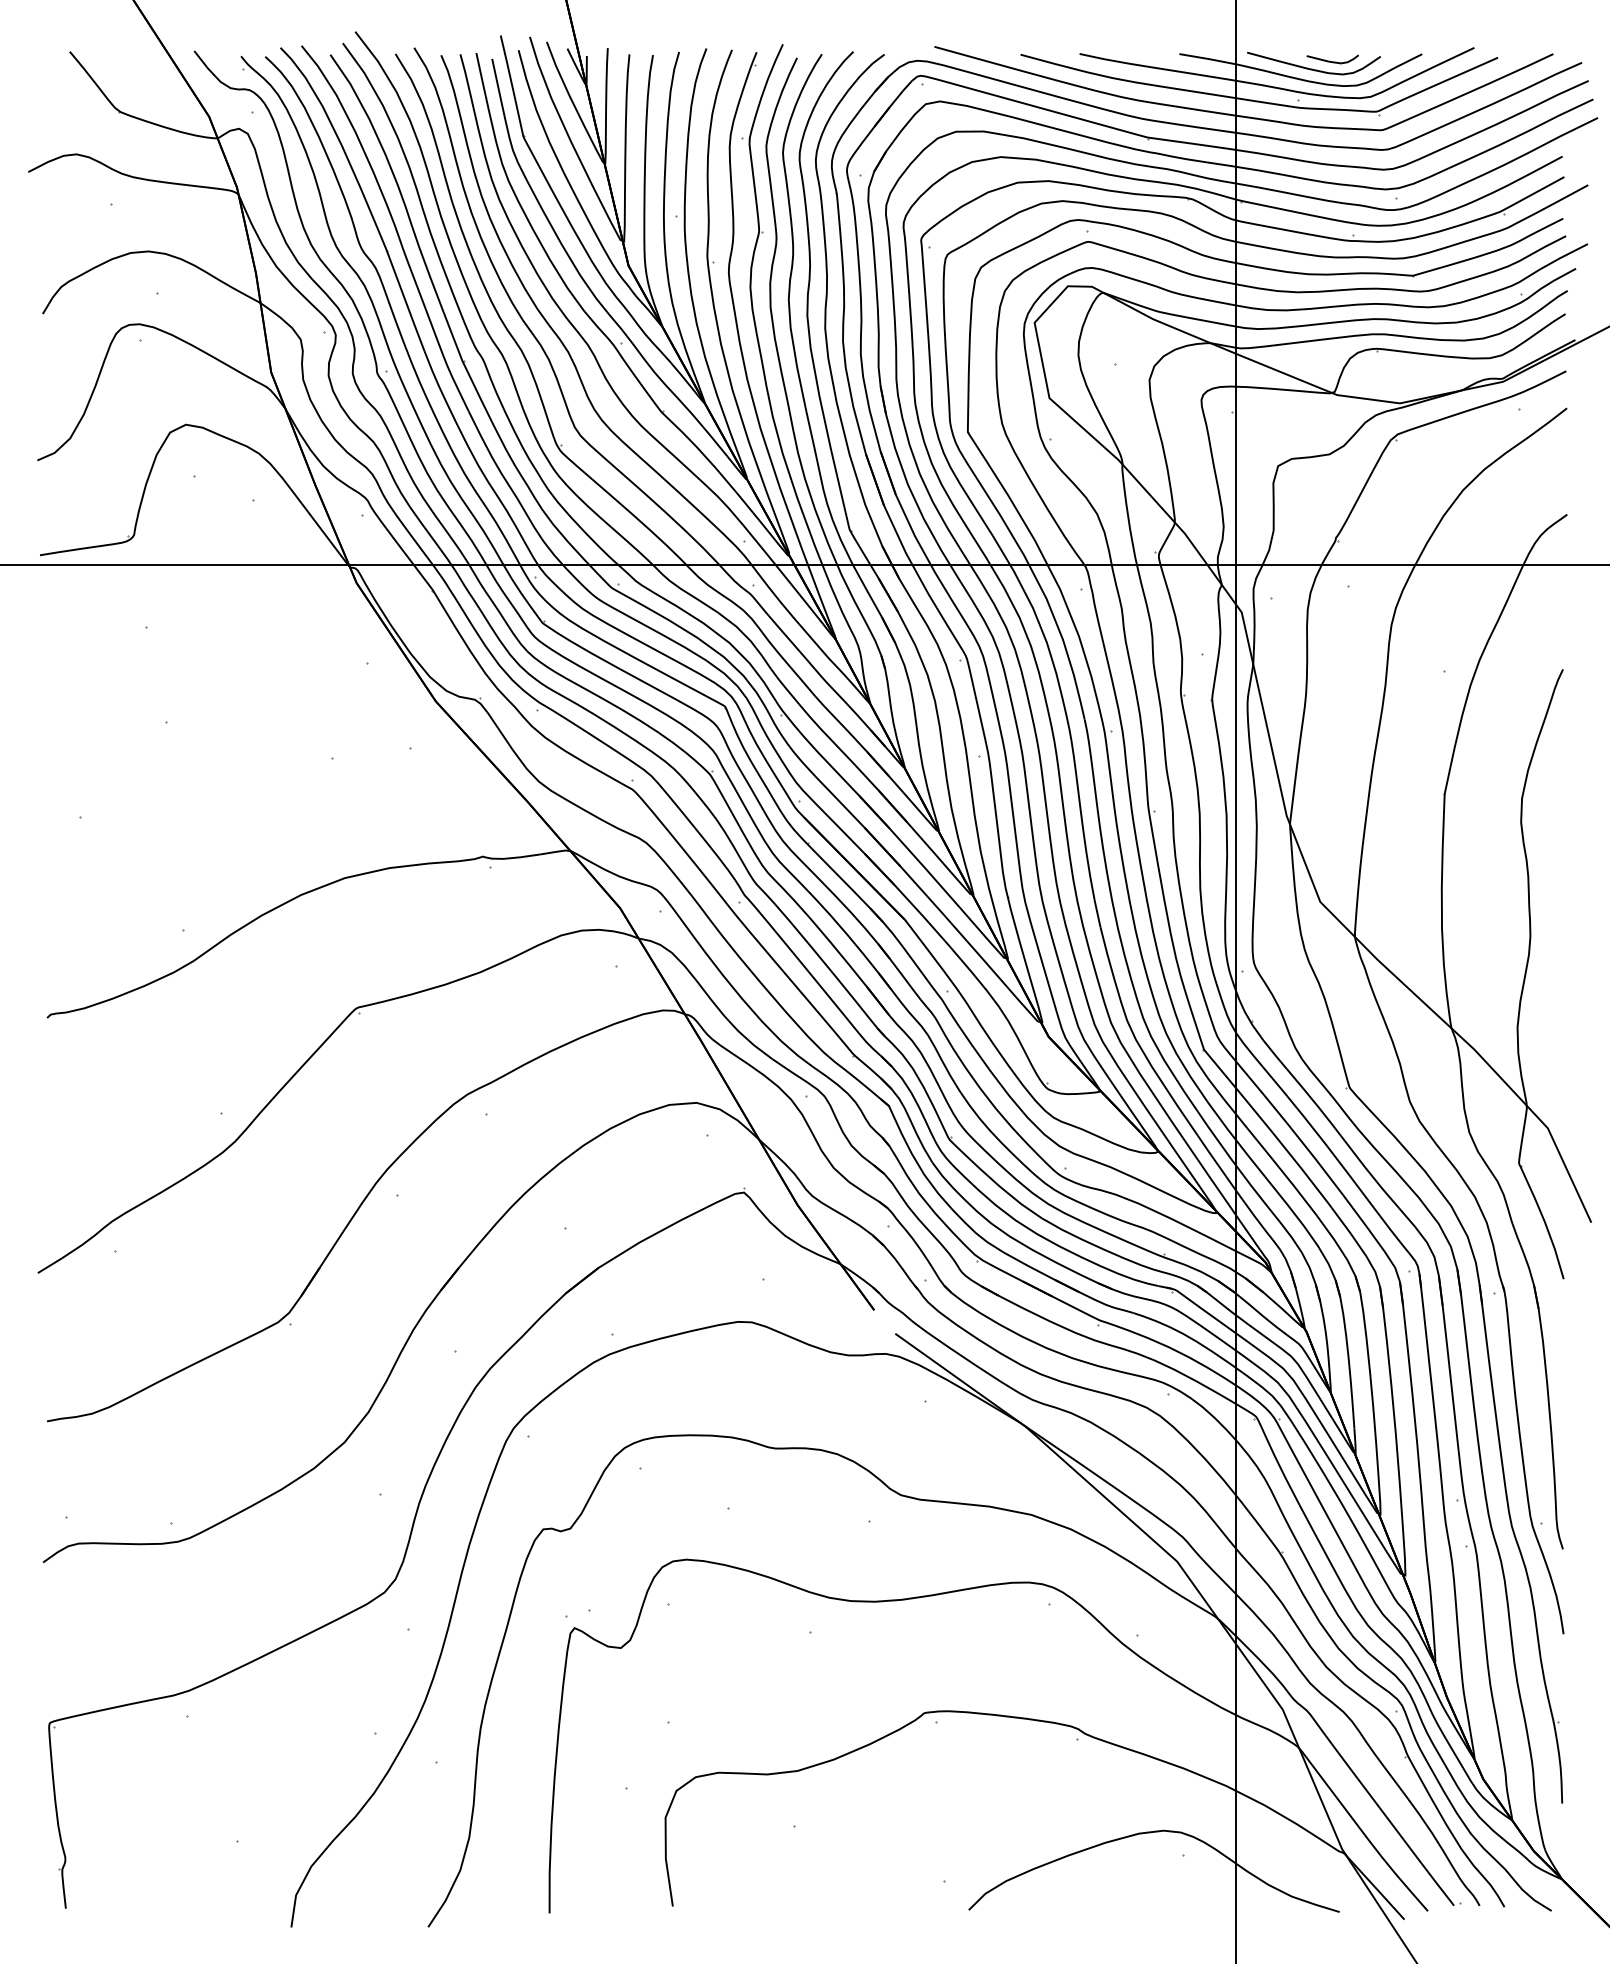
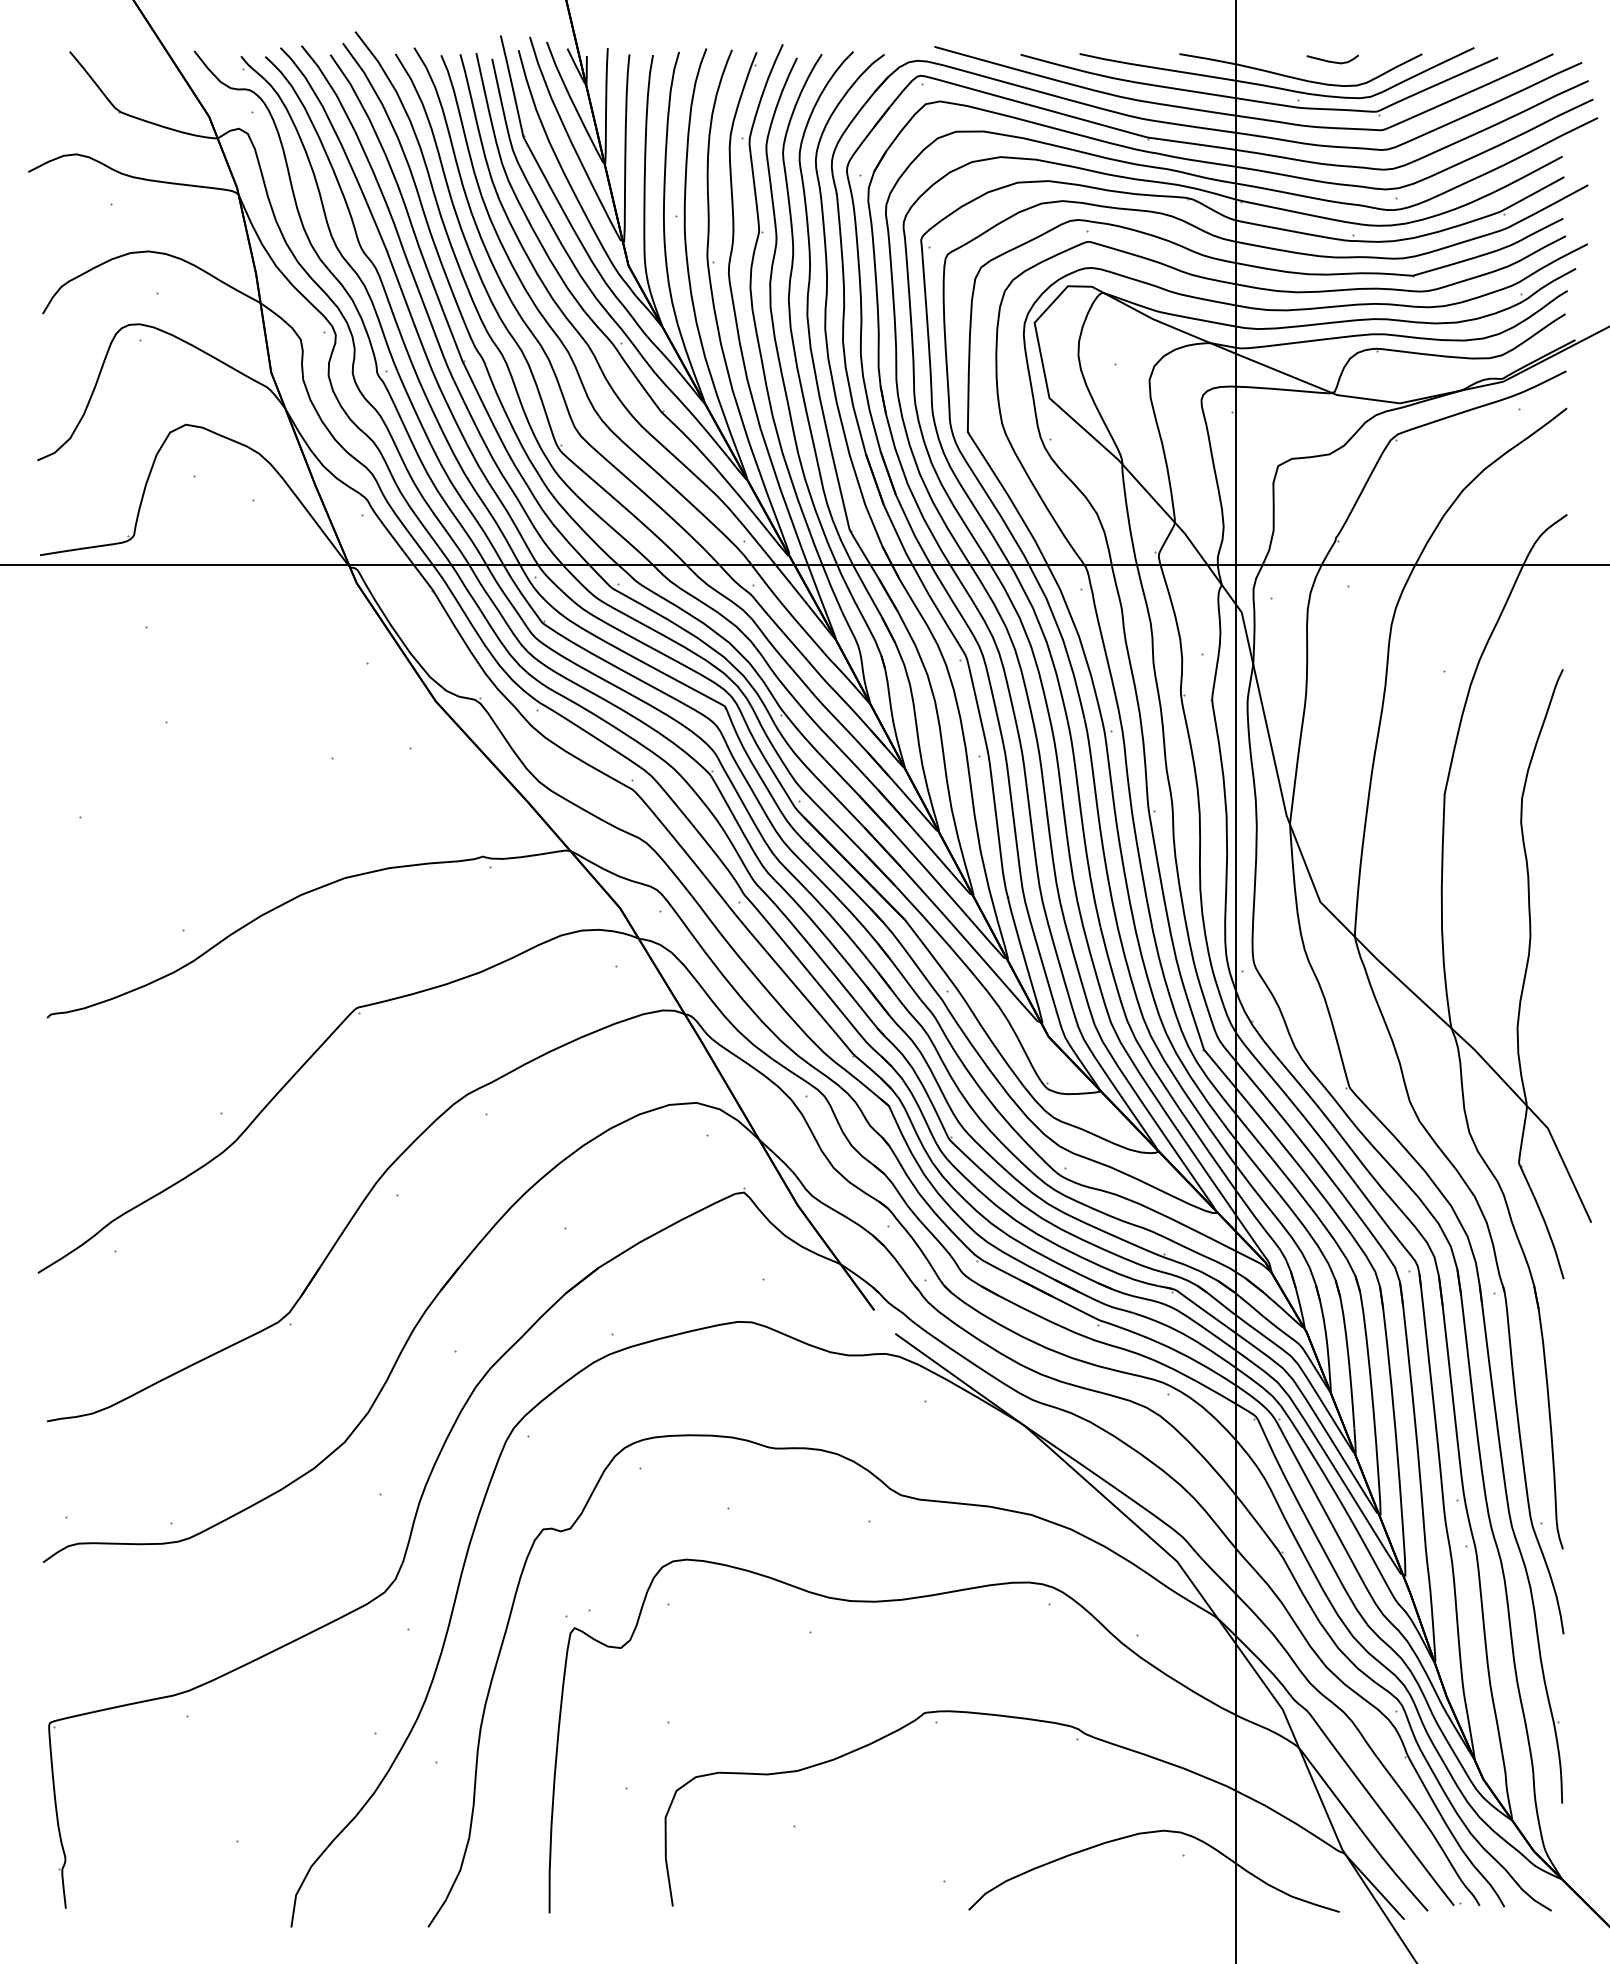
curve at (1312, 68): present -> none
